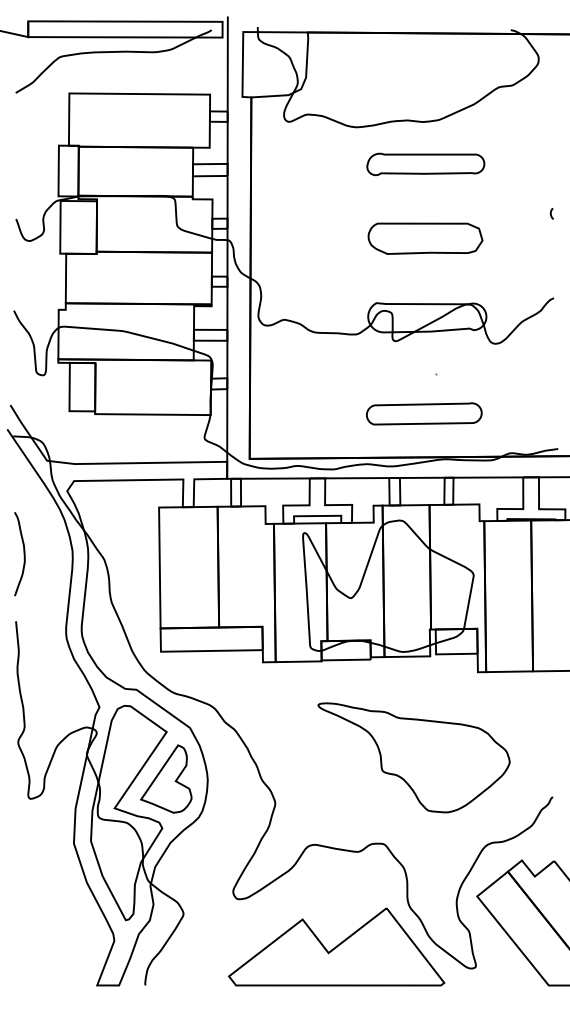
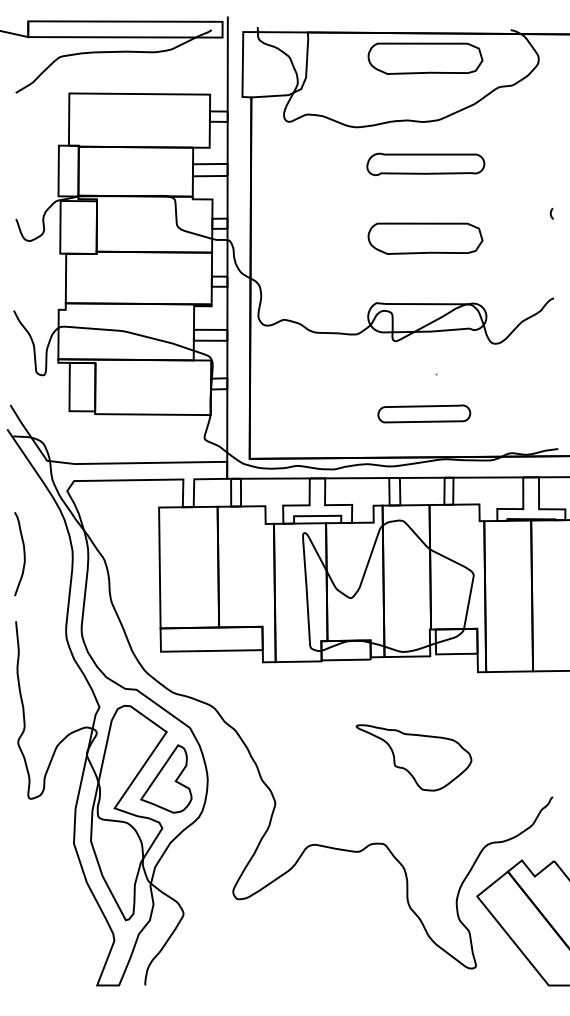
part at (425, 58): none -> present
part at (424, 413) size: 117x24 px -> 95x20 px
part at (413, 757) size: 194x112 px -> 118x68 px
part at (336, 946): present -> none
